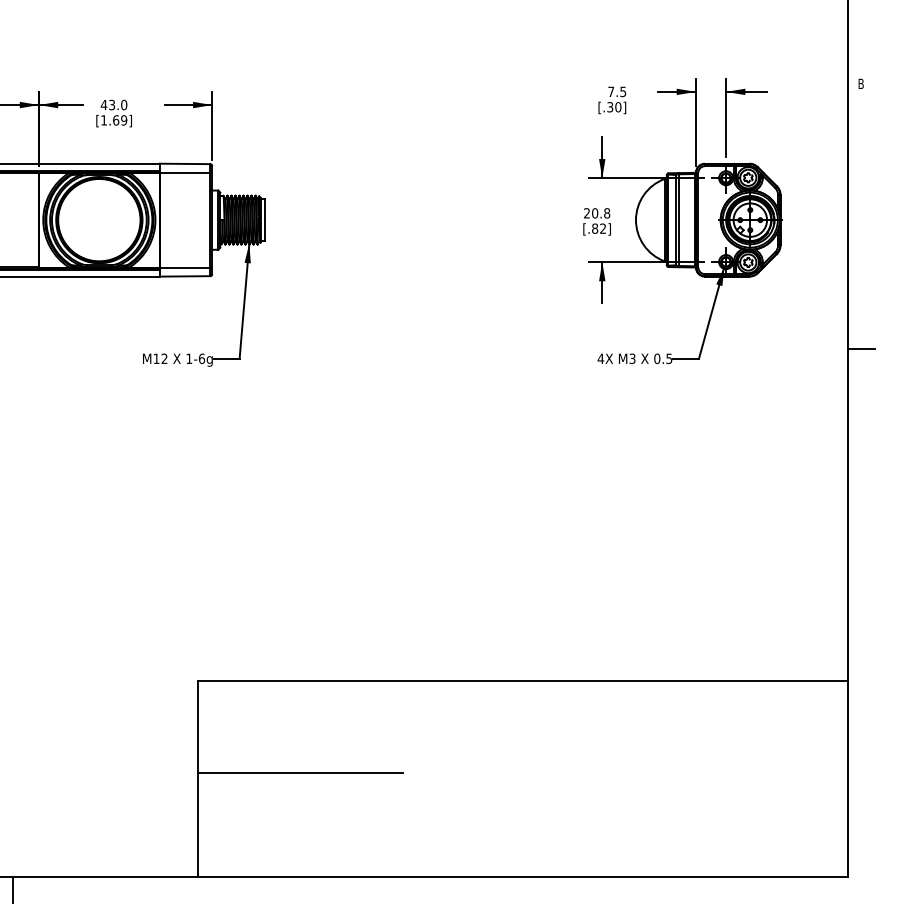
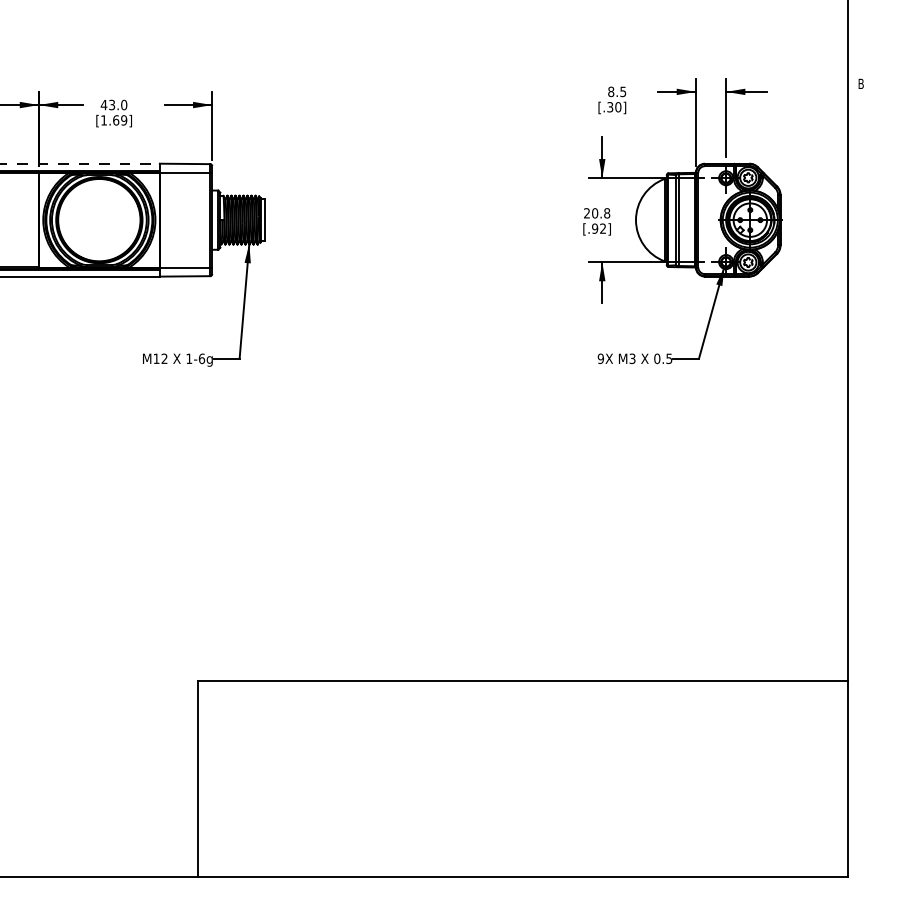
text at (611, 91): 7.5 -> 8.5
line at (80, 163): solid -> dashed
text at (595, 228): [.82] -> [.92]
line at (861, 348): present -> none
text at (600, 358): 4X -> 9X
line at (300, 772): present -> none
line at (13, 890): present -> none
